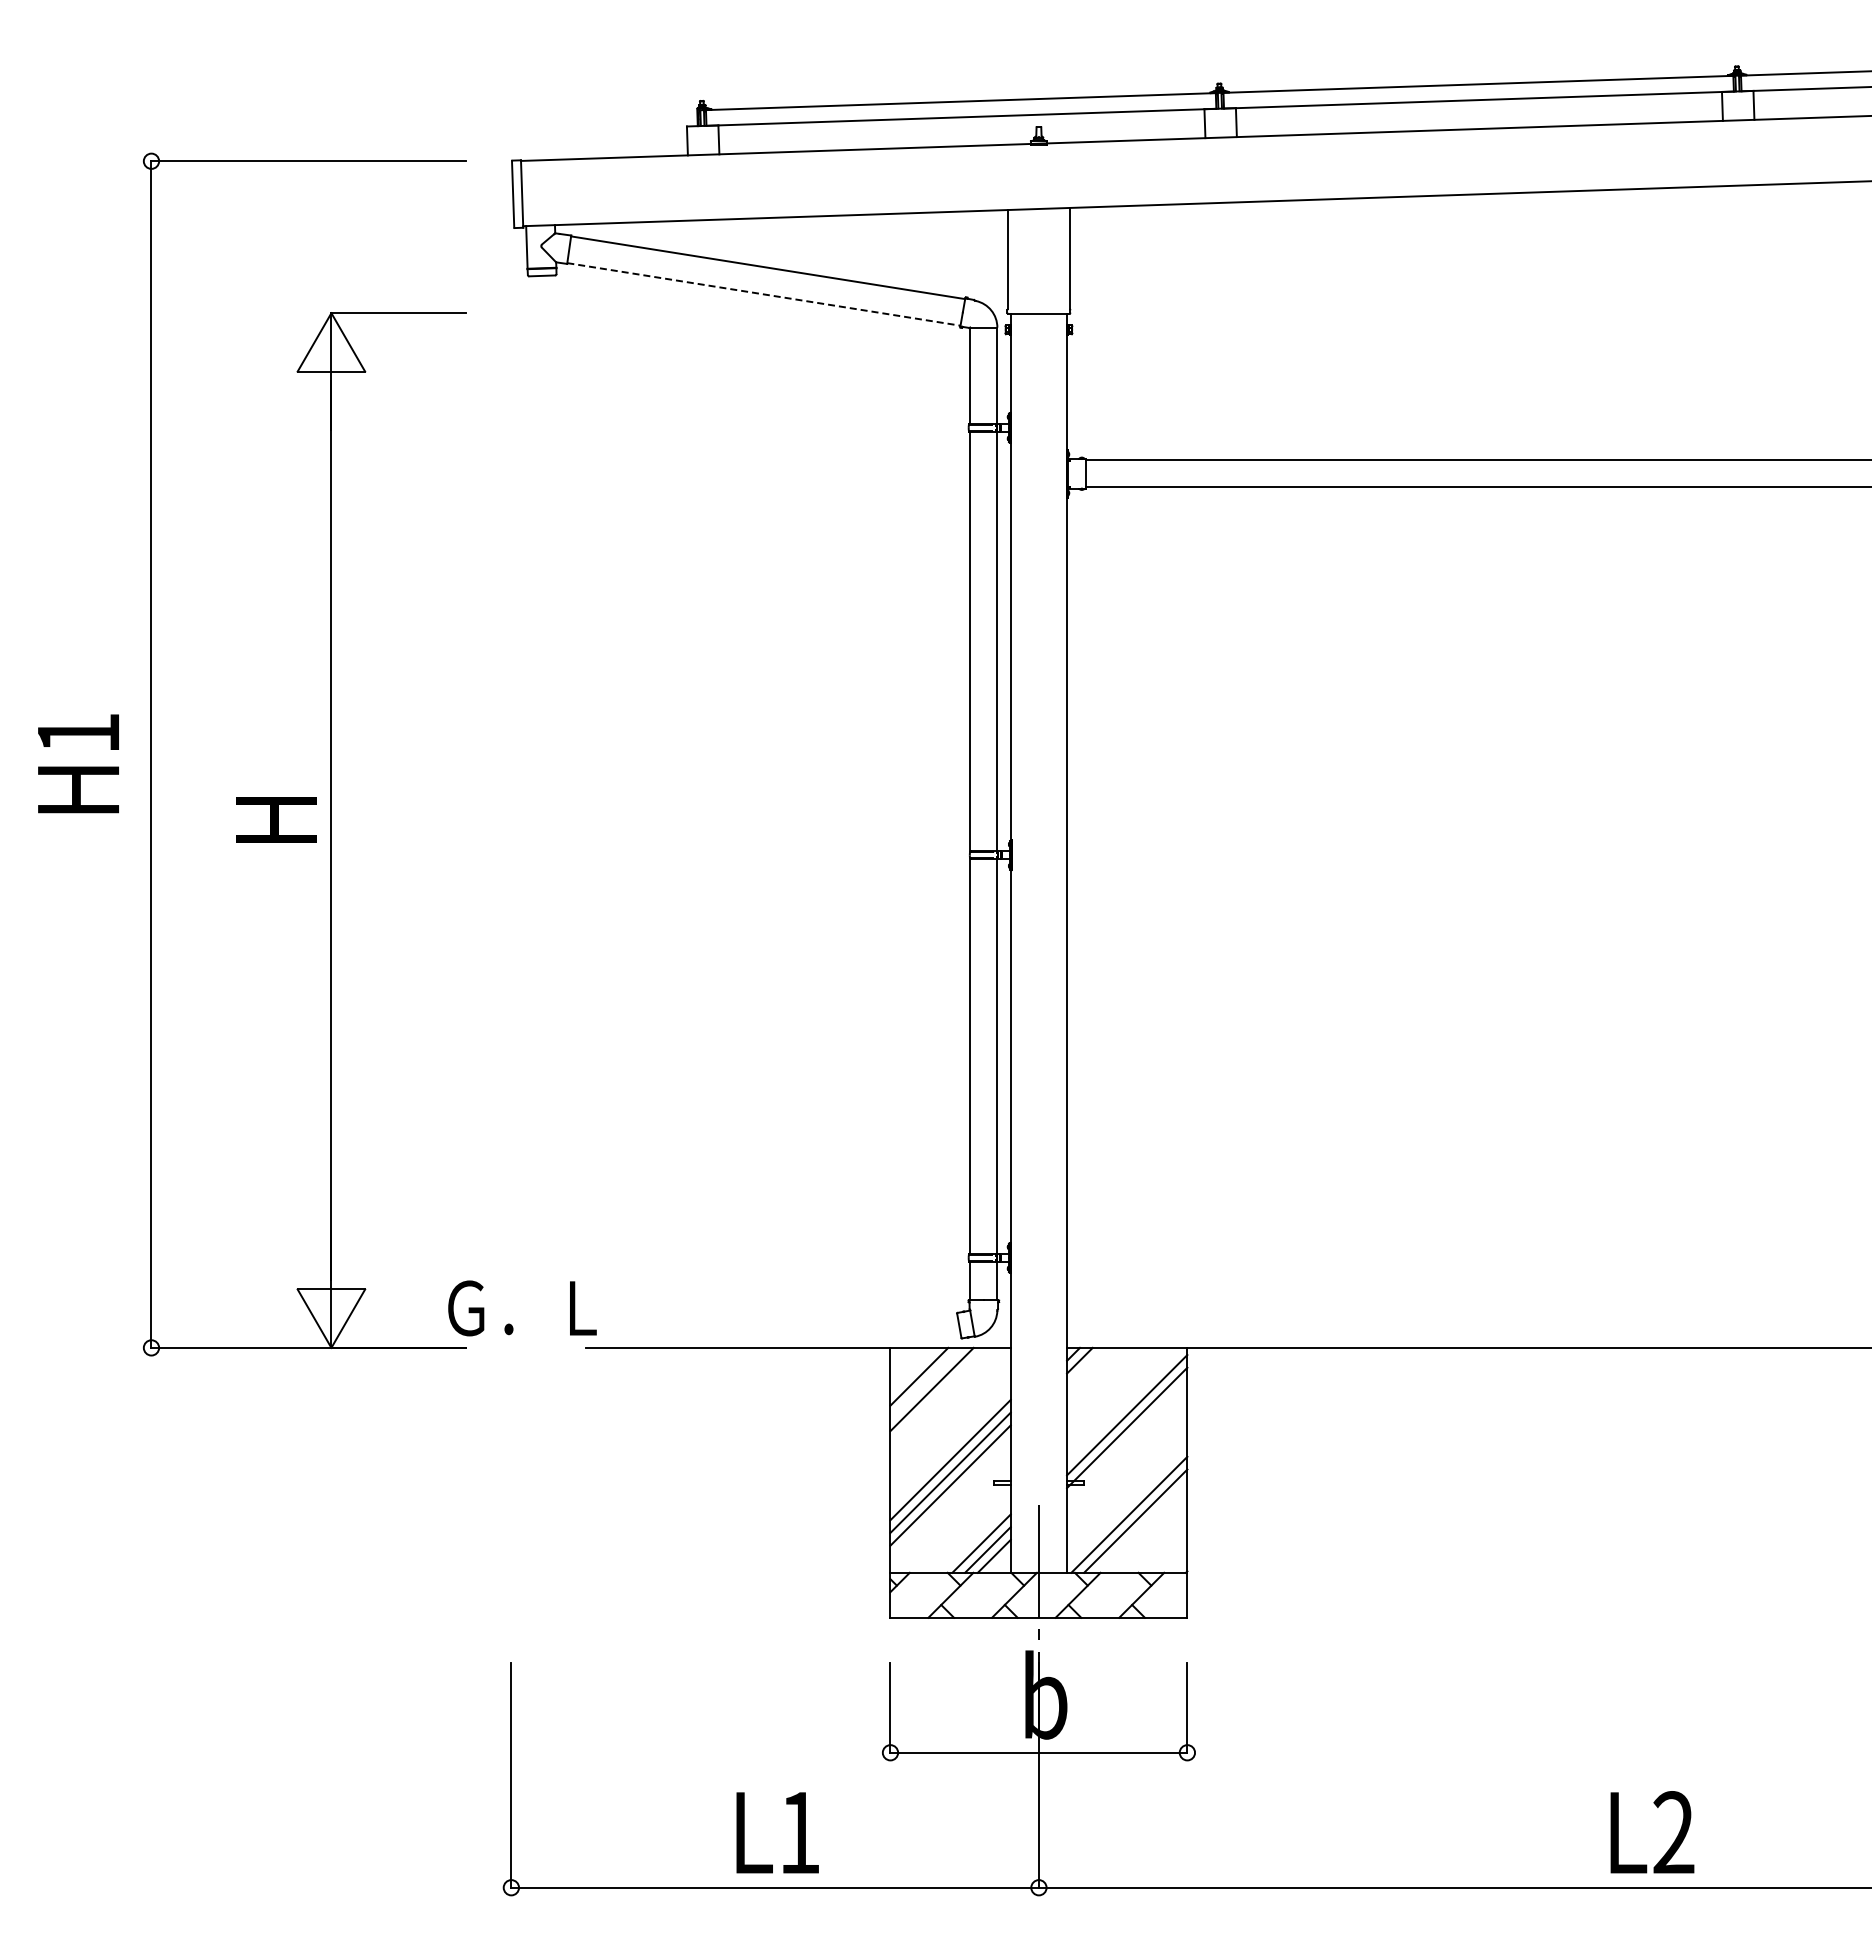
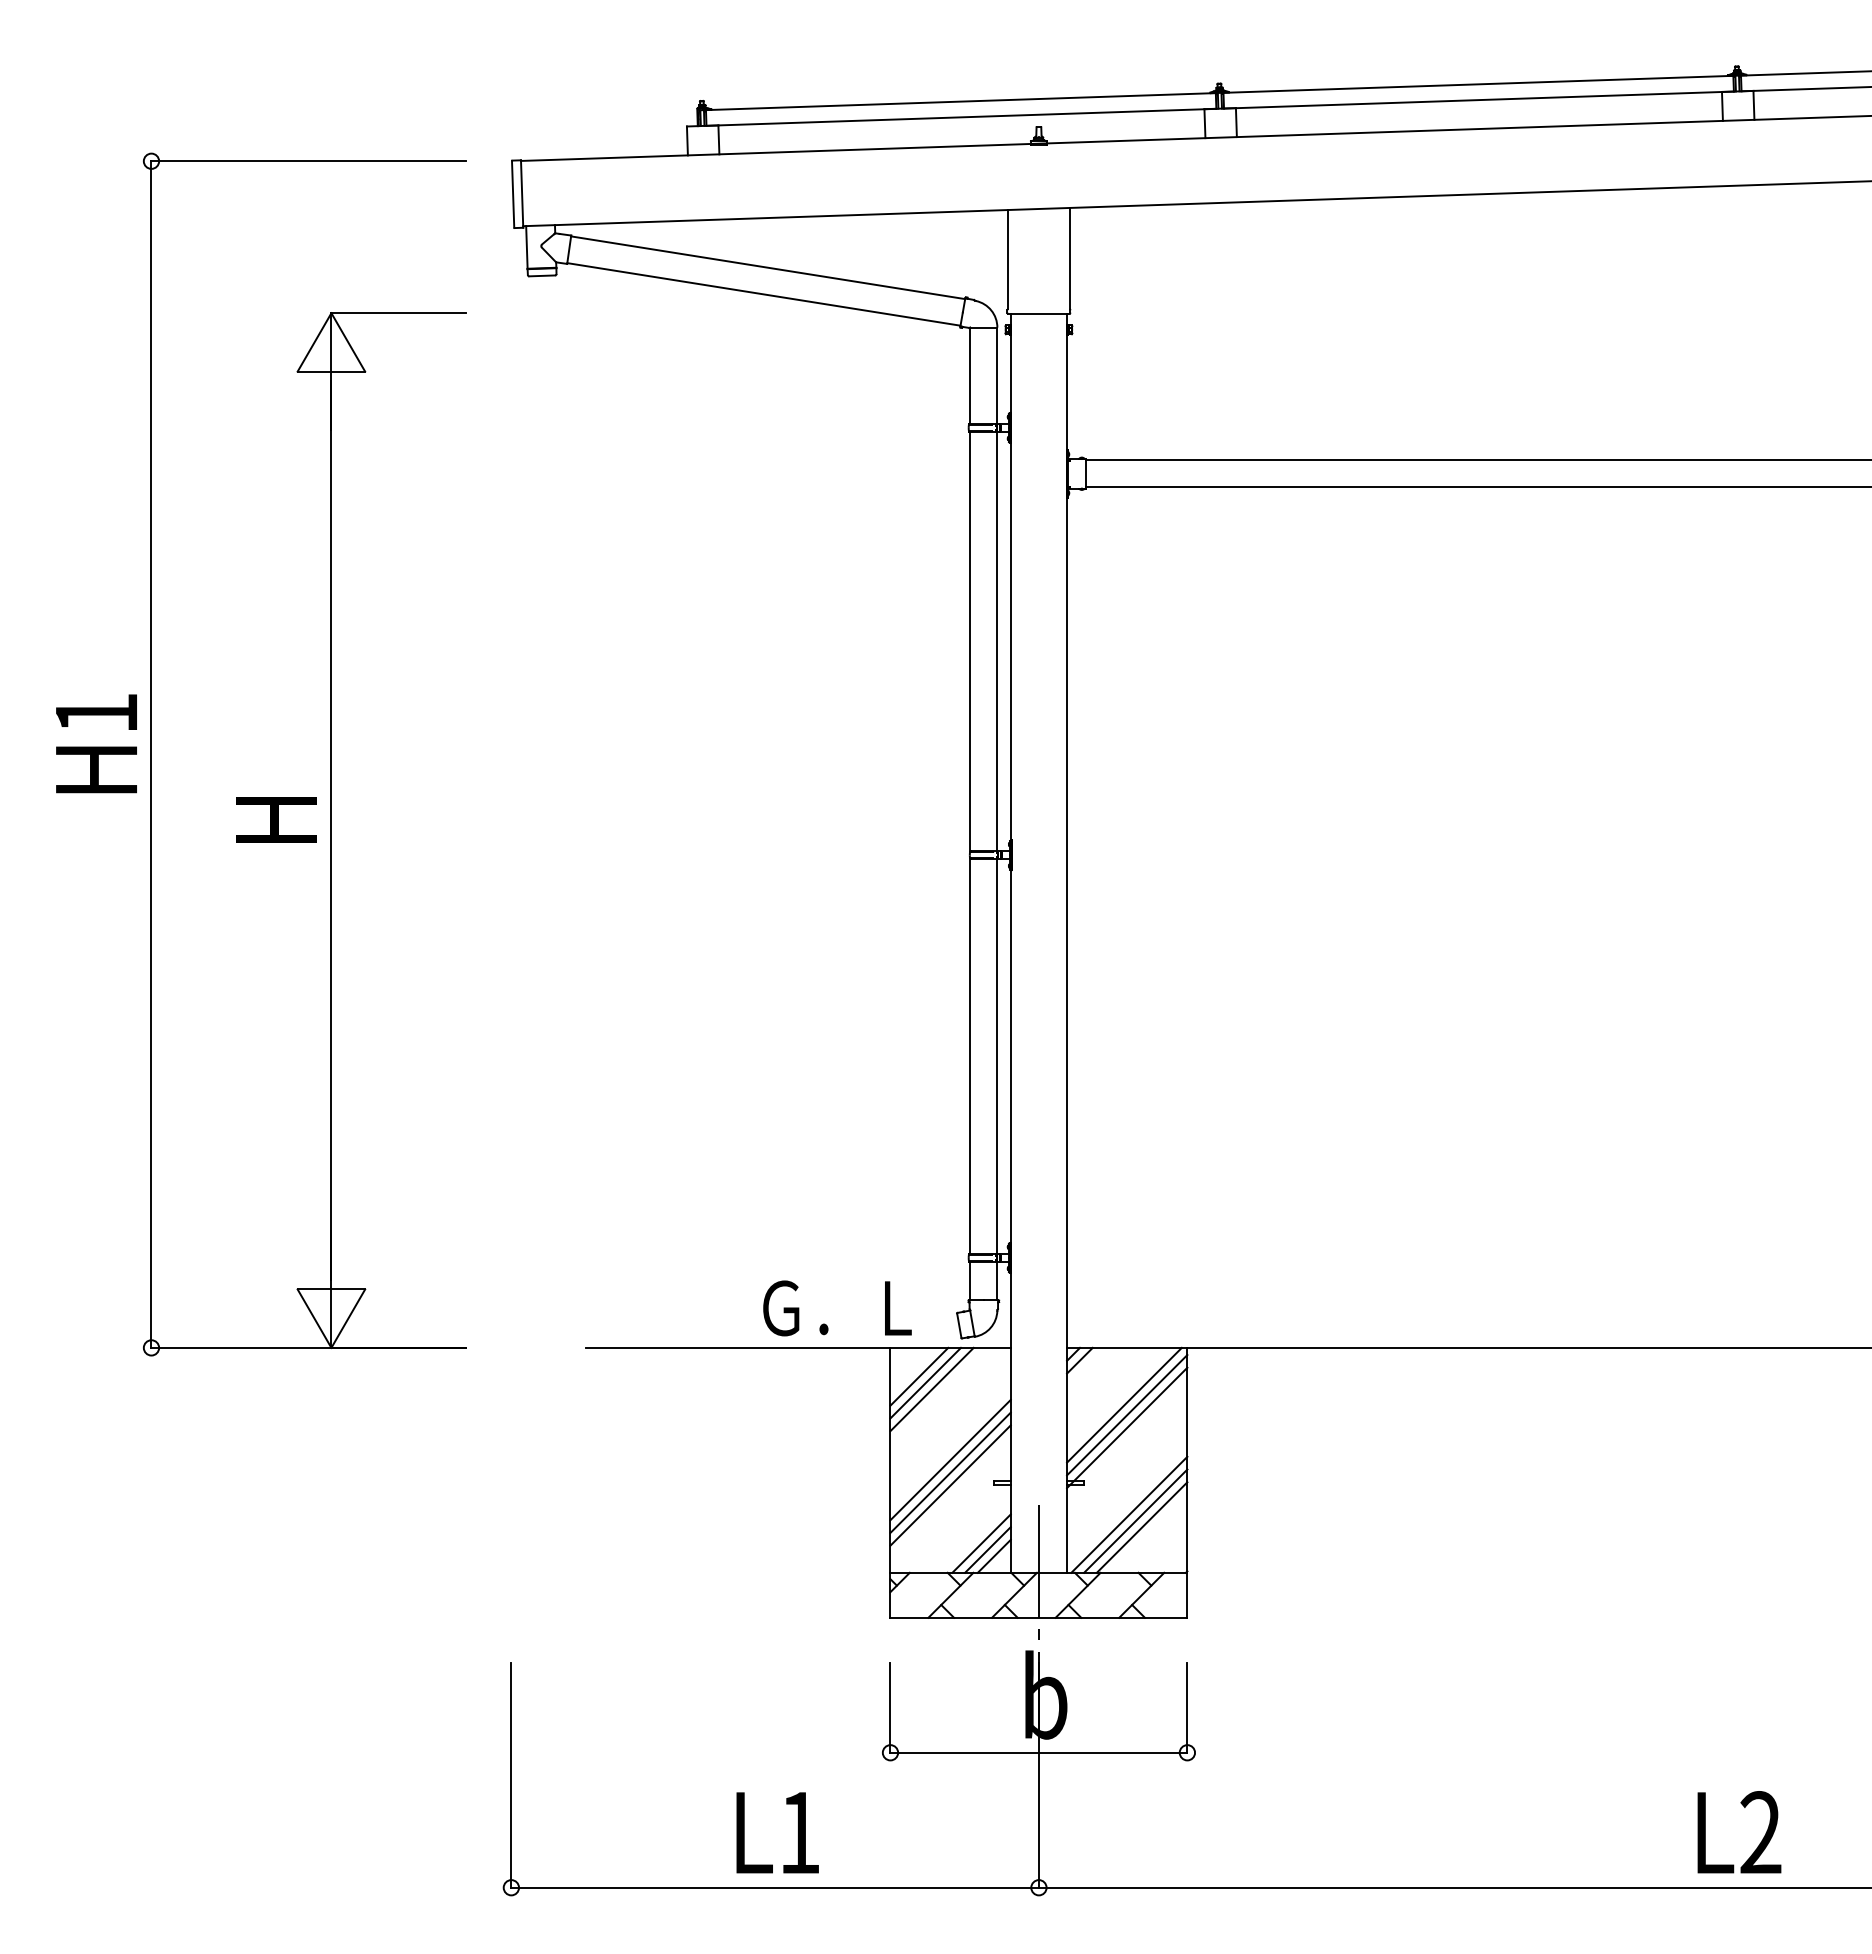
line at (764, 294): dashed -> solid
text at (78, 763) position: (78, 763) -> (96, 743)
text at (522, 1308) position: (522, 1308) -> (837, 1308)
line at (925, 1382): none -> present
line at (1124, 1404): none -> present
line at (1141, 1527): none -> present
text at (1652, 1832) position: (1652, 1832) -> (1739, 1832)
